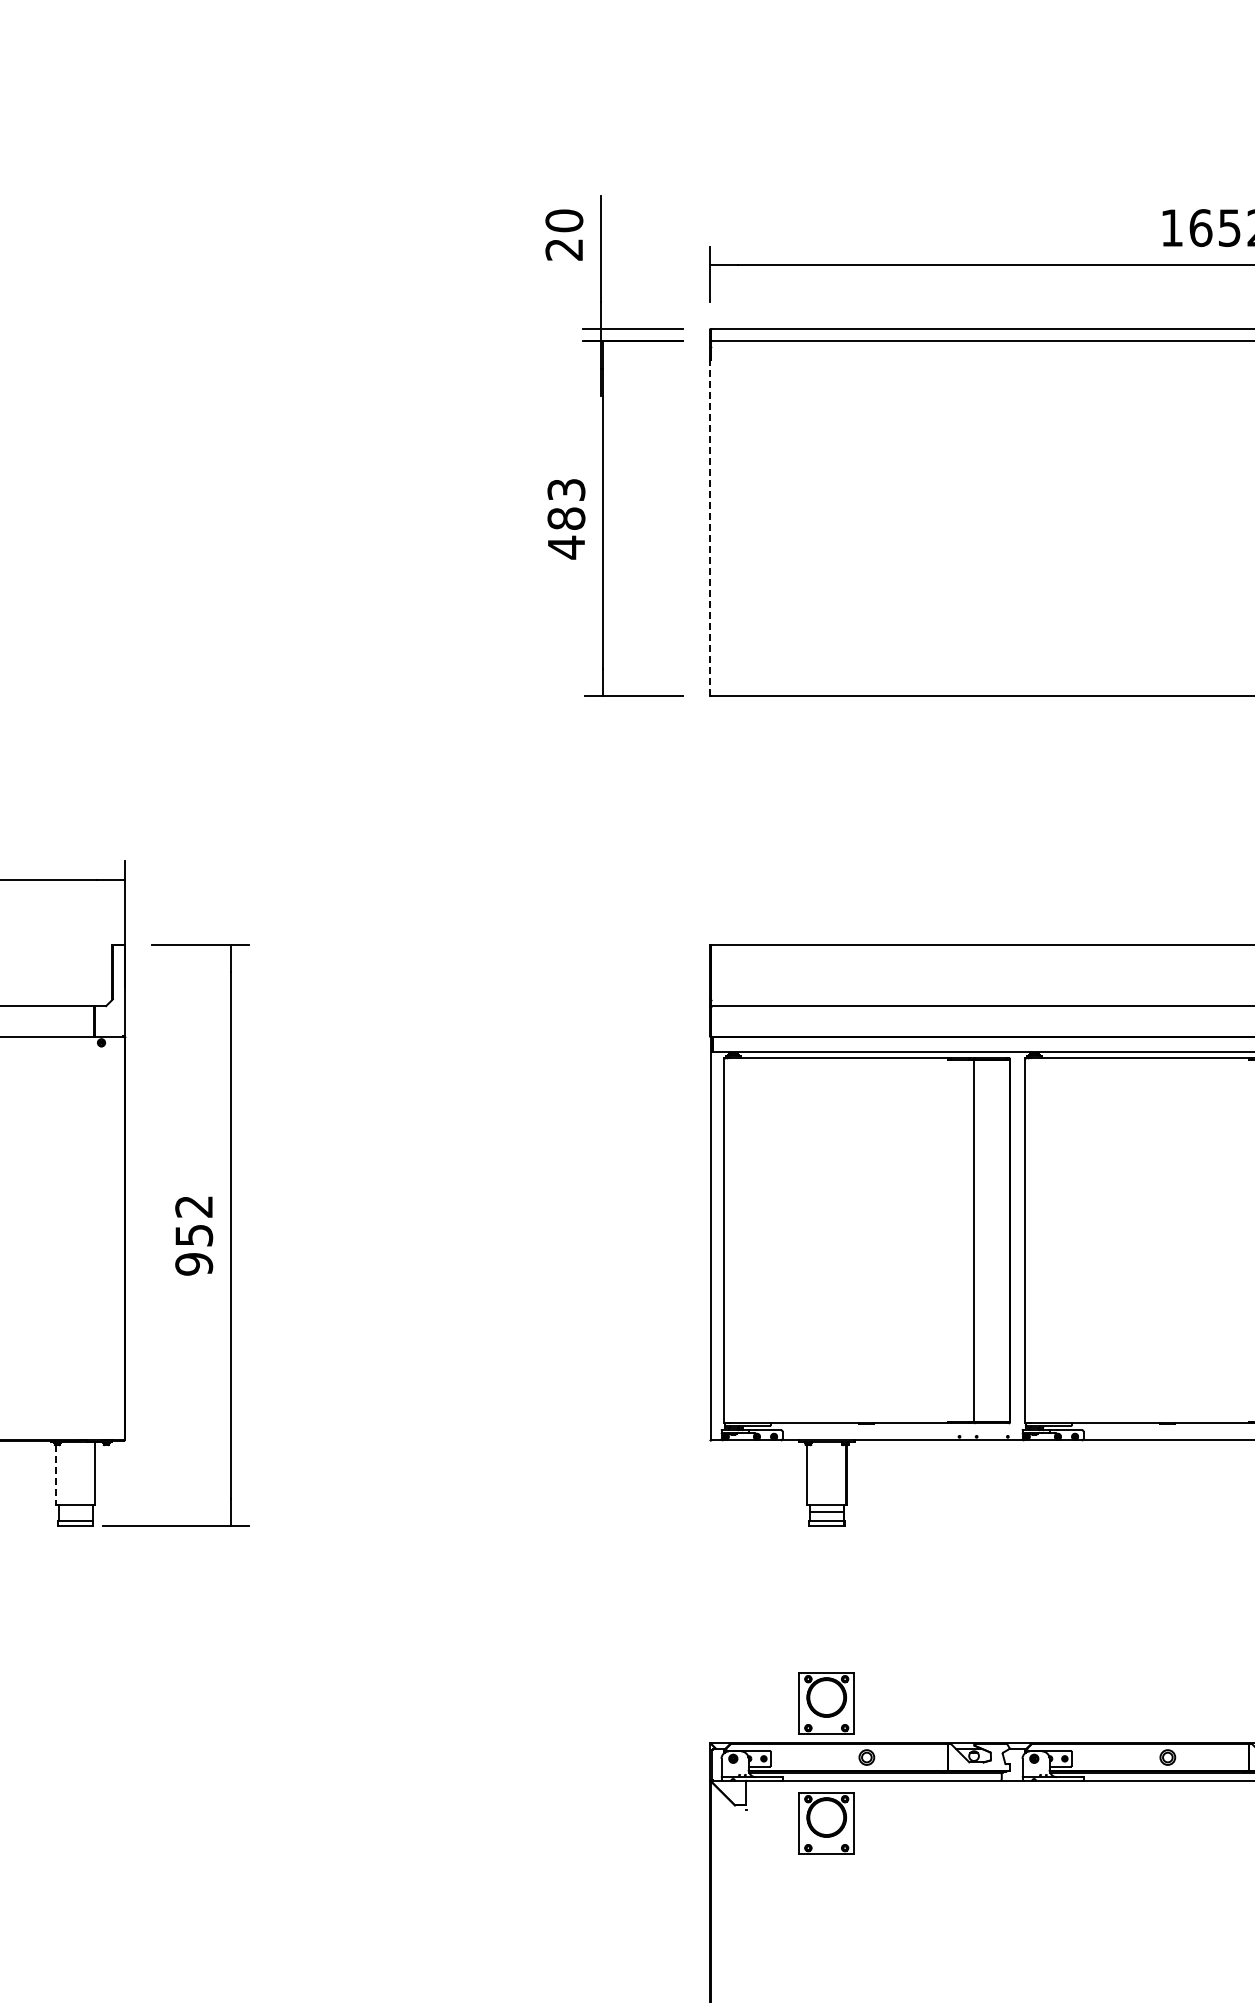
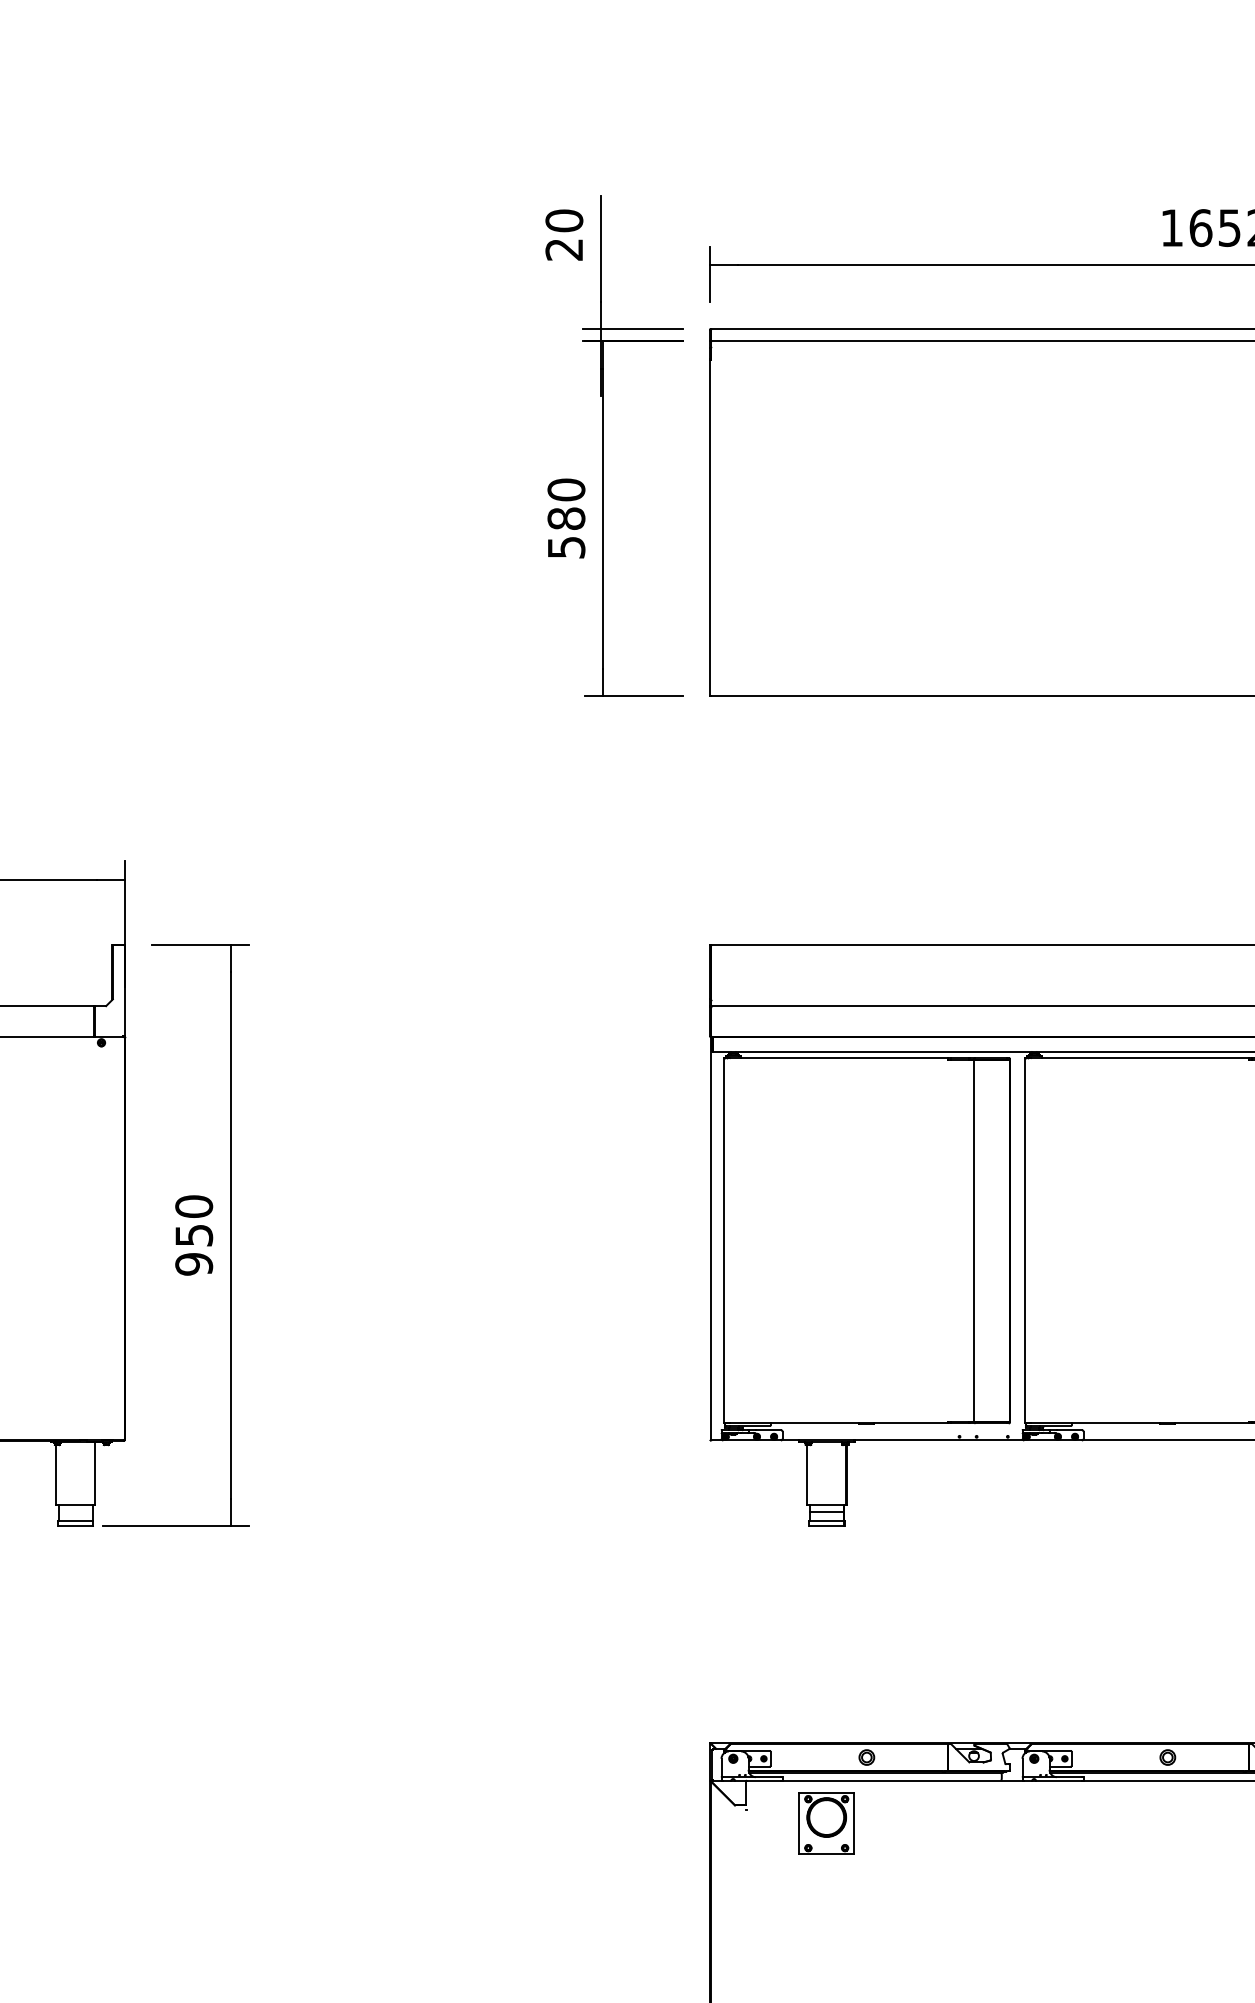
text at (566, 518): 483 -> 580
line at (710, 527): dashed -> solid
text at (194, 1206): 952 -> 950
line at (56, 1474): dashed -> solid
part at (826, 1703): present -> none
